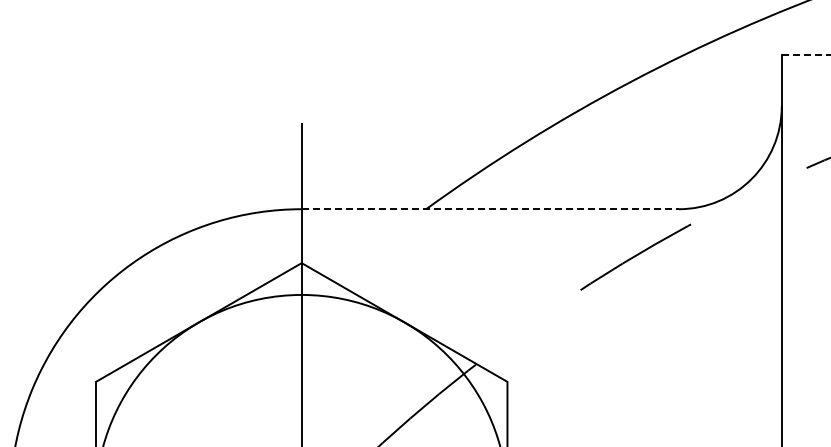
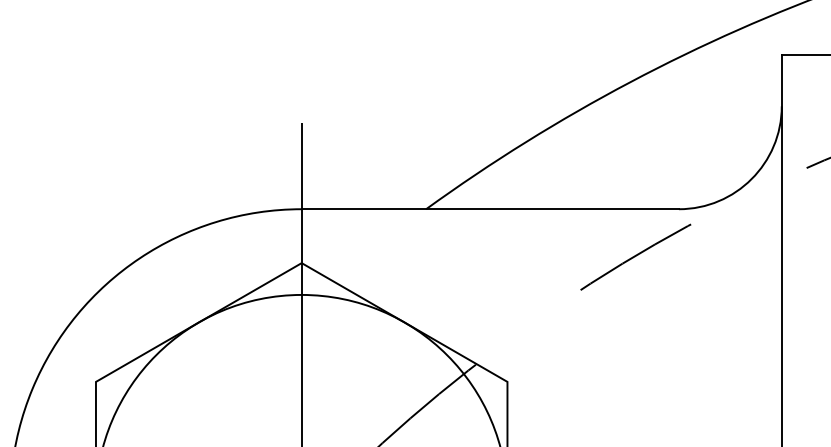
line at (806, 54): dashed -> solid
line at (490, 209): dashed -> solid
